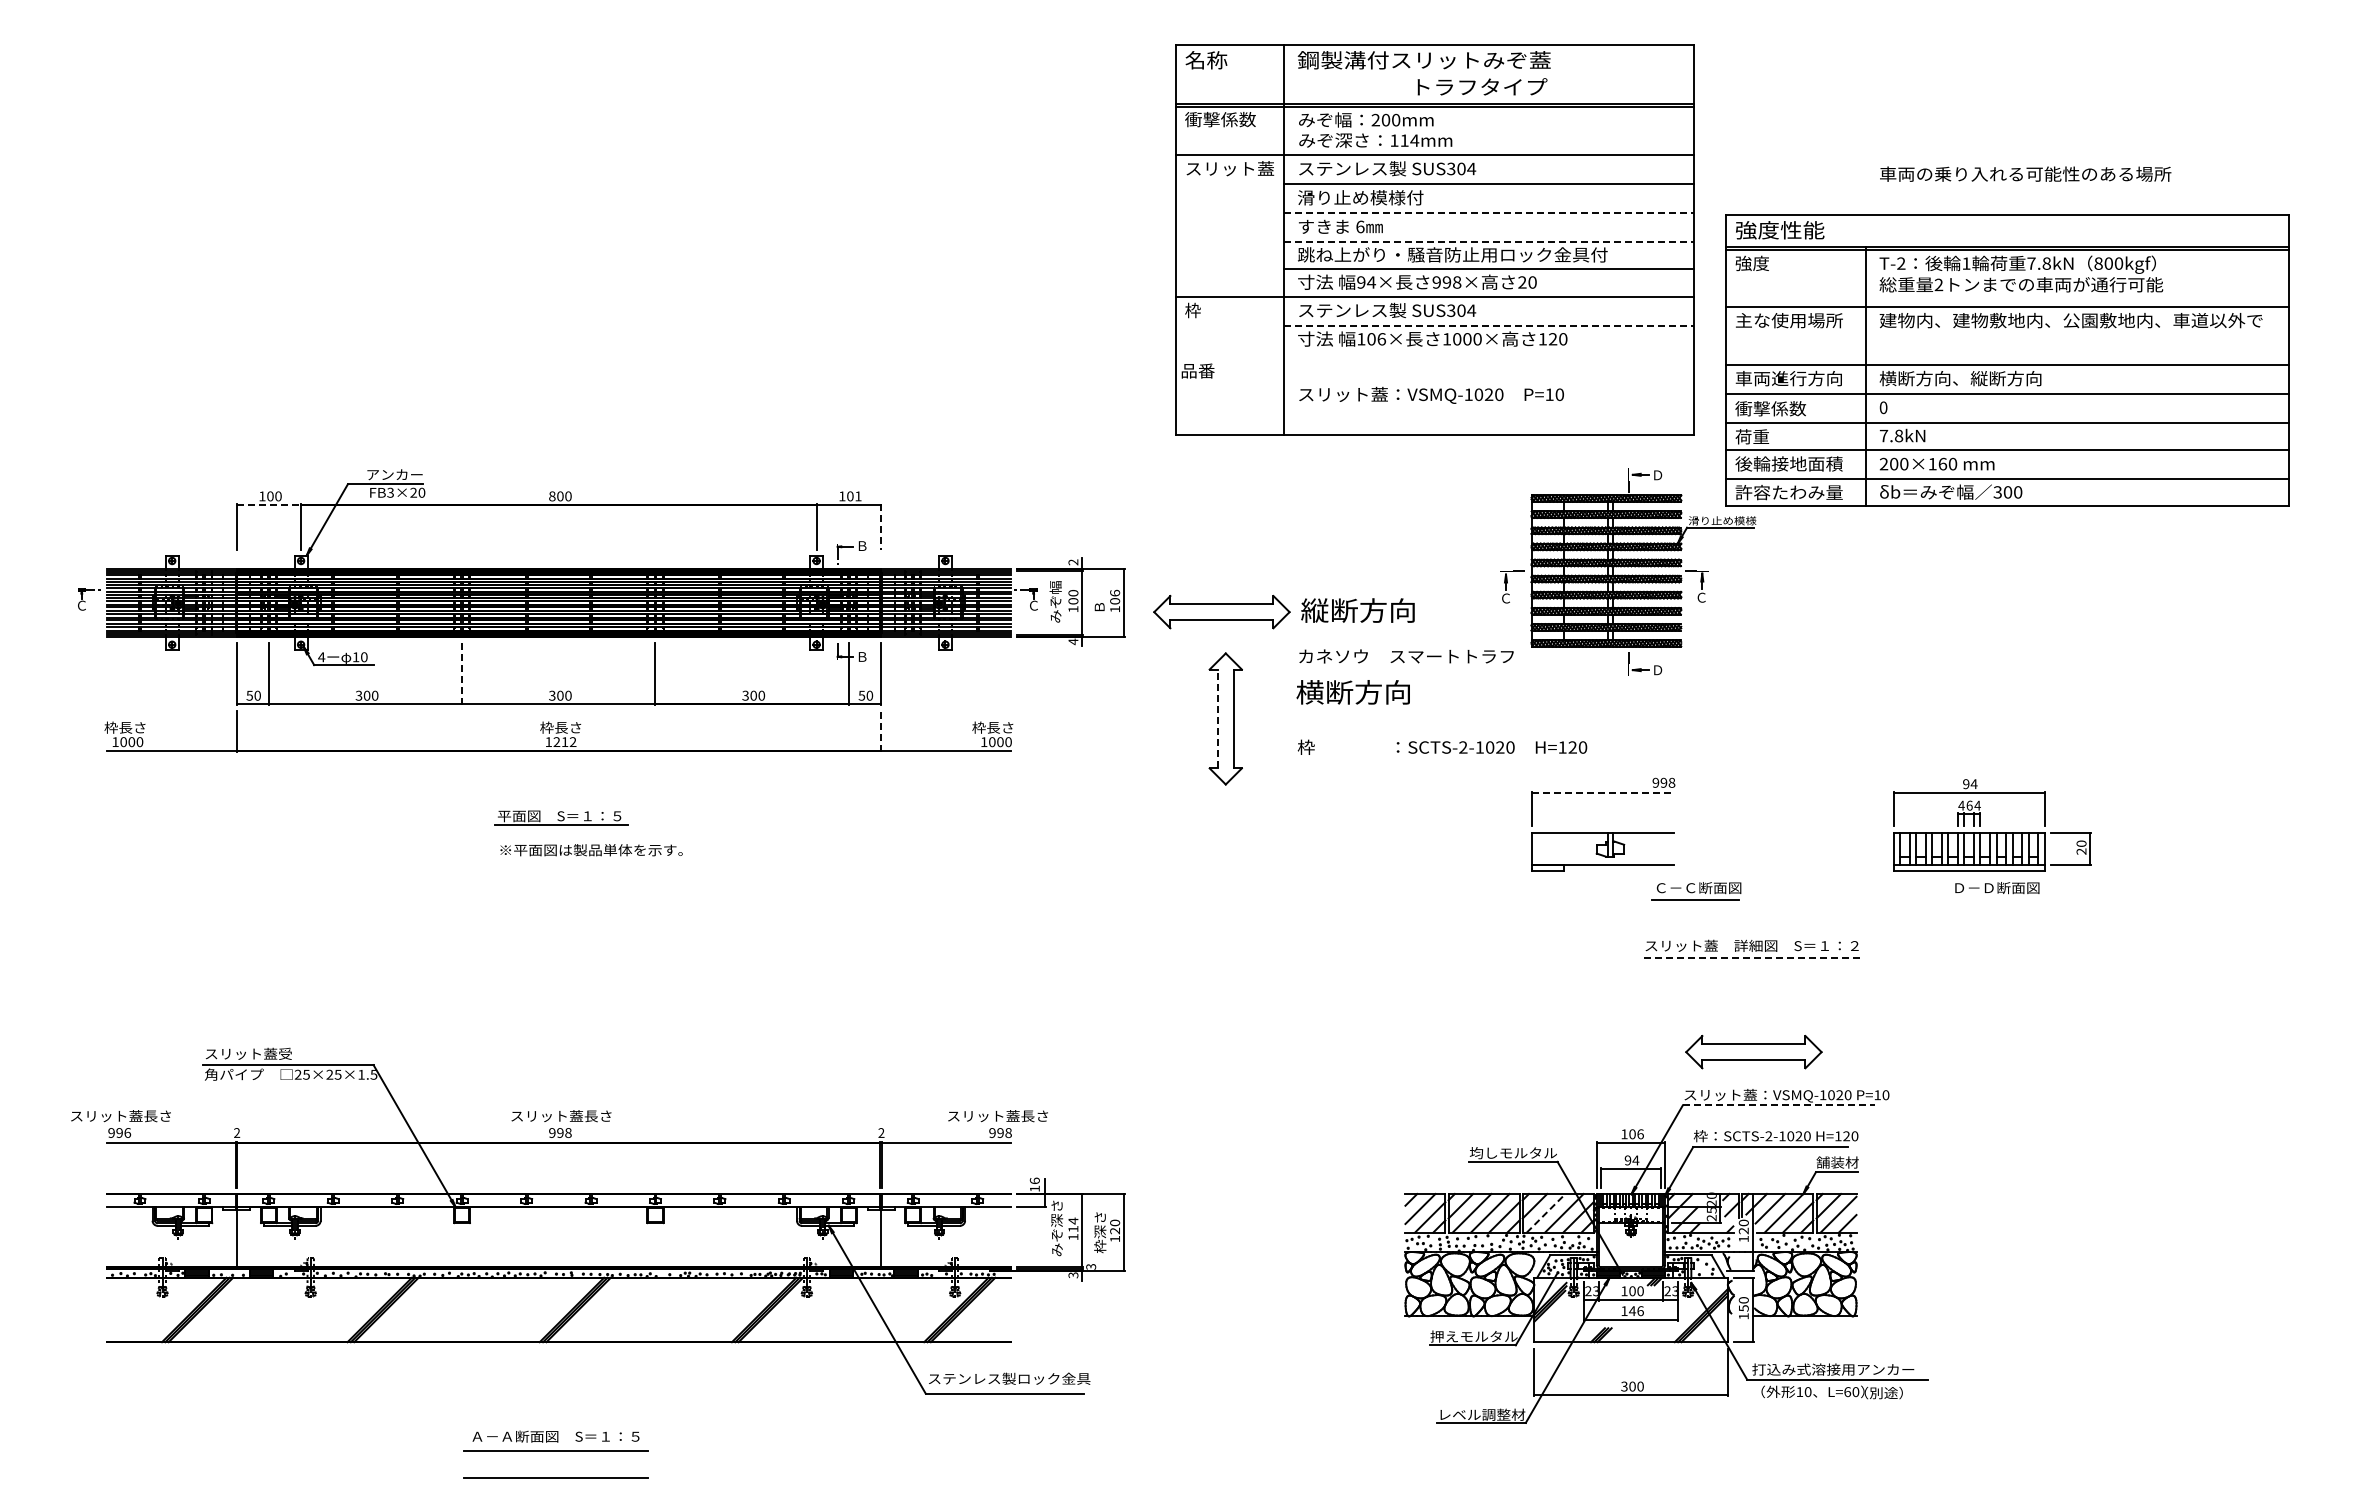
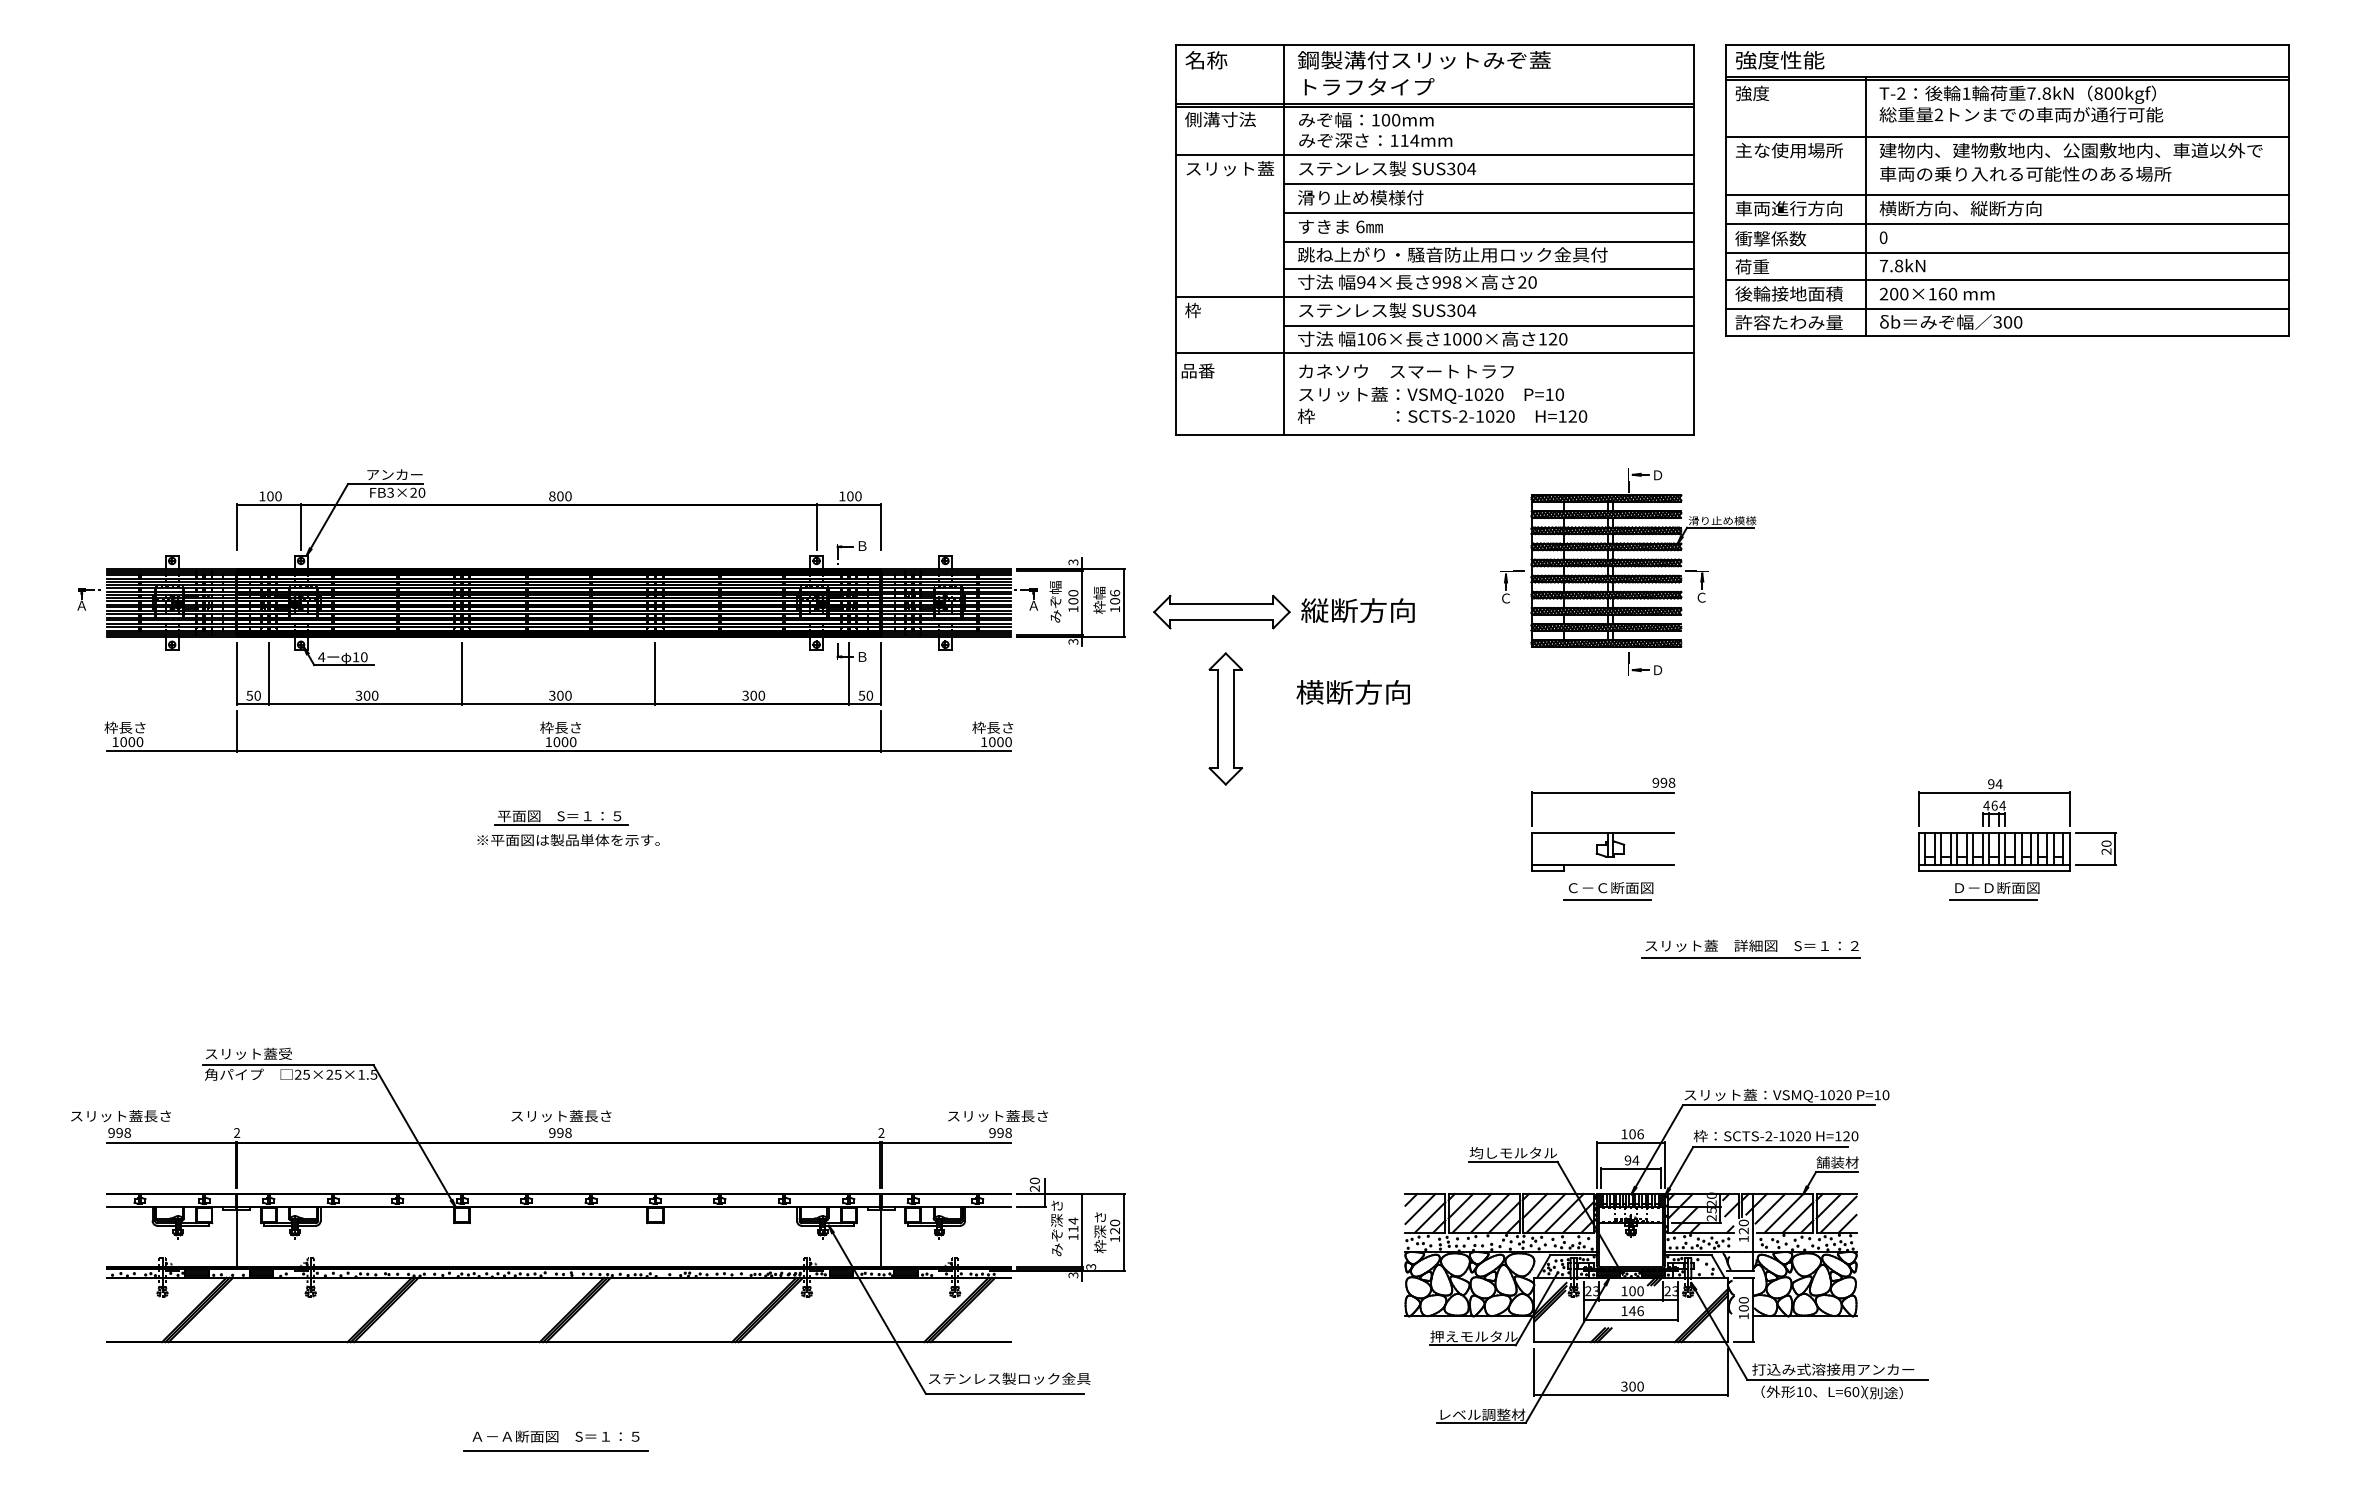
text at (1482, 86) position: (1482, 86) -> (1369, 86)
text at (1220, 119): 衝撃係数 -> 側溝寸法
text at (1375, 119): 200mm -> 100mm
line at (1489, 212): dashed -> solid
line at (1489, 241): dashed -> solid
line at (1489, 325): dashed -> solid
line at (1435, 352): none -> present
part at (2007, 360) position: (2007, 360) -> (2007, 190)
text at (858, 496): 101 -> 100
line at (269, 505): dashed -> solid
line at (881, 527): dashed -> solid
text at (1073, 562): 2 -> 3
text at (1099, 599): Ｂ -> 枠幅
text at (81, 605): Ｃ -> Ａ
text at (1033, 605): Ｃ -> Ａ
text at (1073, 641): 4 -> 3
text at (1406, 656) position: (1406, 656) -> (1406, 371)
line at (462, 674): dashed -> solid
line at (1217, 718): dashed -> solid
line at (881, 730): dashed -> solid
text at (564, 742): 1212 -> 1000
text at (1442, 746) position: (1442, 746) -> (1442, 415)
line at (1603, 792): dashed -> solid
part at (1992, 832) position: (1992, 832) -> (2017, 832)
text at (591, 850) position: (591, 850) -> (568, 840)
part at (1696, 891) position: (1696, 891) -> (1608, 891)
line at (1993, 899): none -> present
line at (1750, 957): dashed -> solid
part at (1753, 1052): present -> none
line at (1779, 1105): dashed -> solid
text at (127, 1132): 996 -> 998
text at (1034, 1184): 16 -> 20
line at (1546, 1212): dashed -> solid
text at (1743, 1308): 150 -> 100
line at (555, 1477): present -> none
